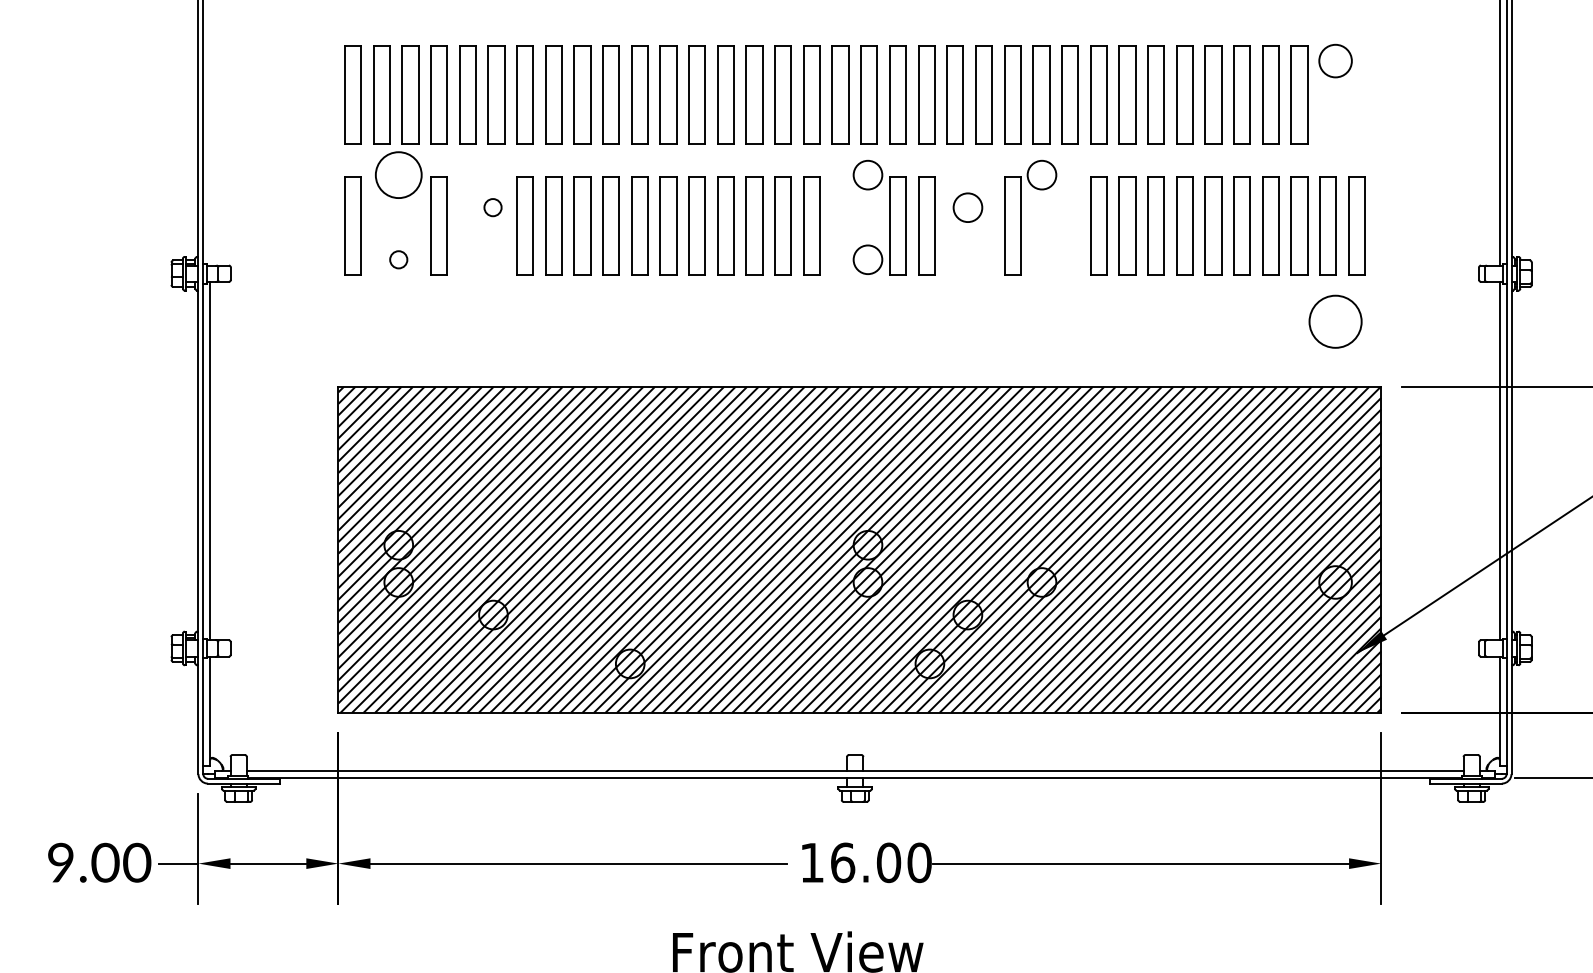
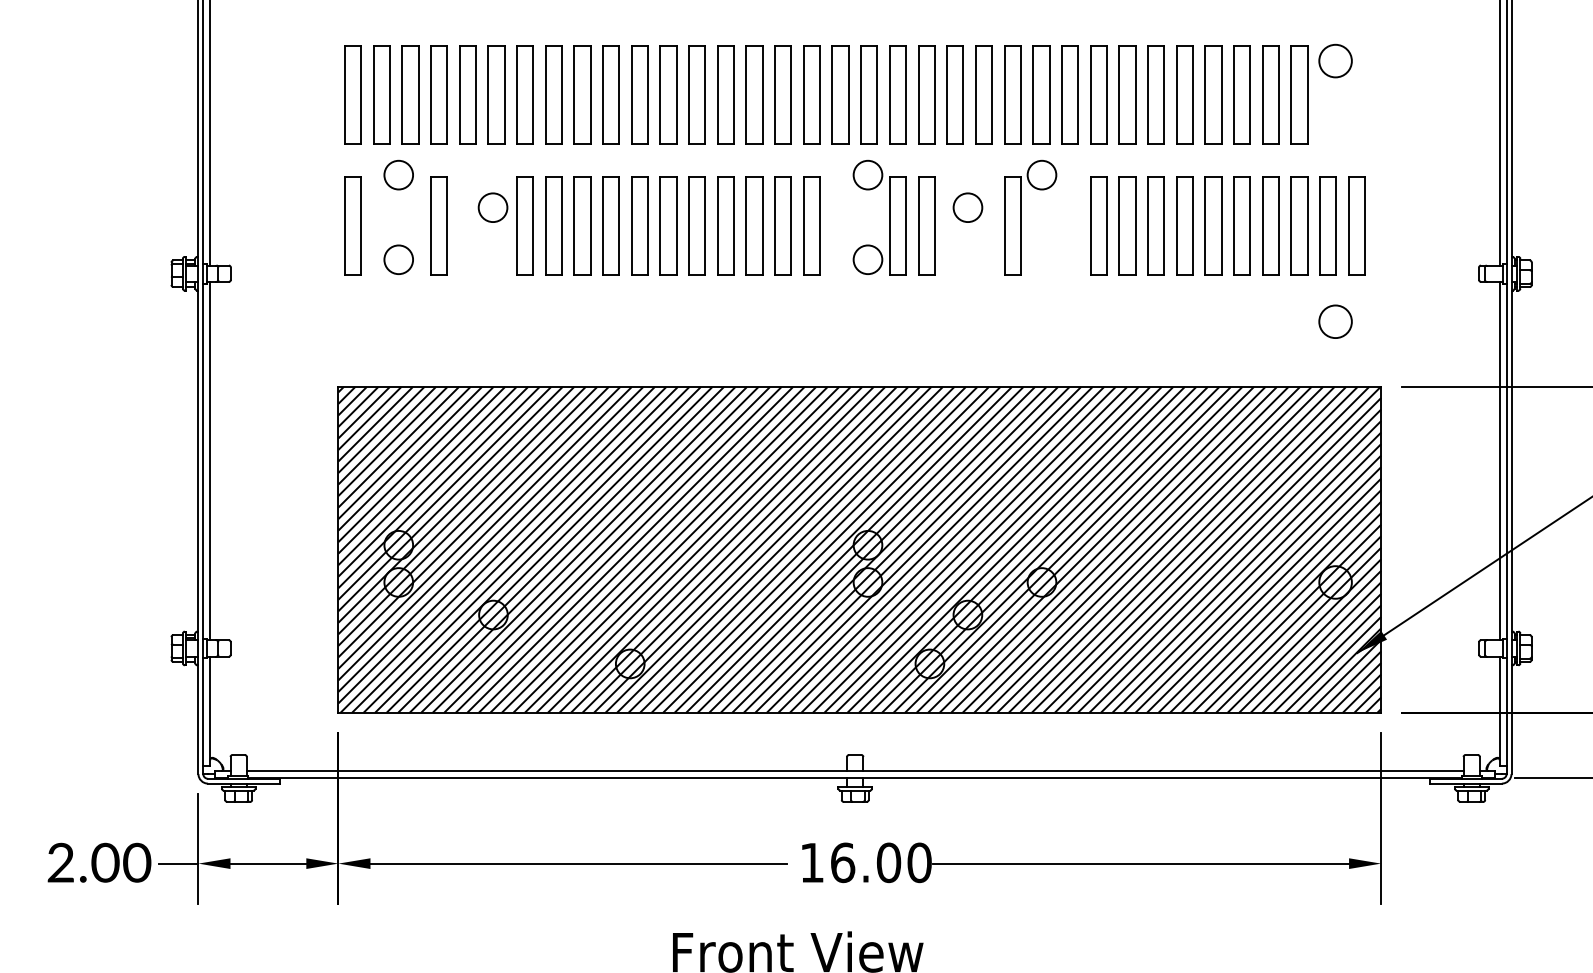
line at (210, 133): none -> present
circle at (398, 175) diameter: 46 px -> 29 px
circle at (492, 207) size: 20x20 px -> 32x31 px
circle at (398, 259) diameter: 17 px -> 29 px
circle at (1335, 321) diameter: 52 px -> 33 px
text at (60, 862): 9.00 -> 2.00
